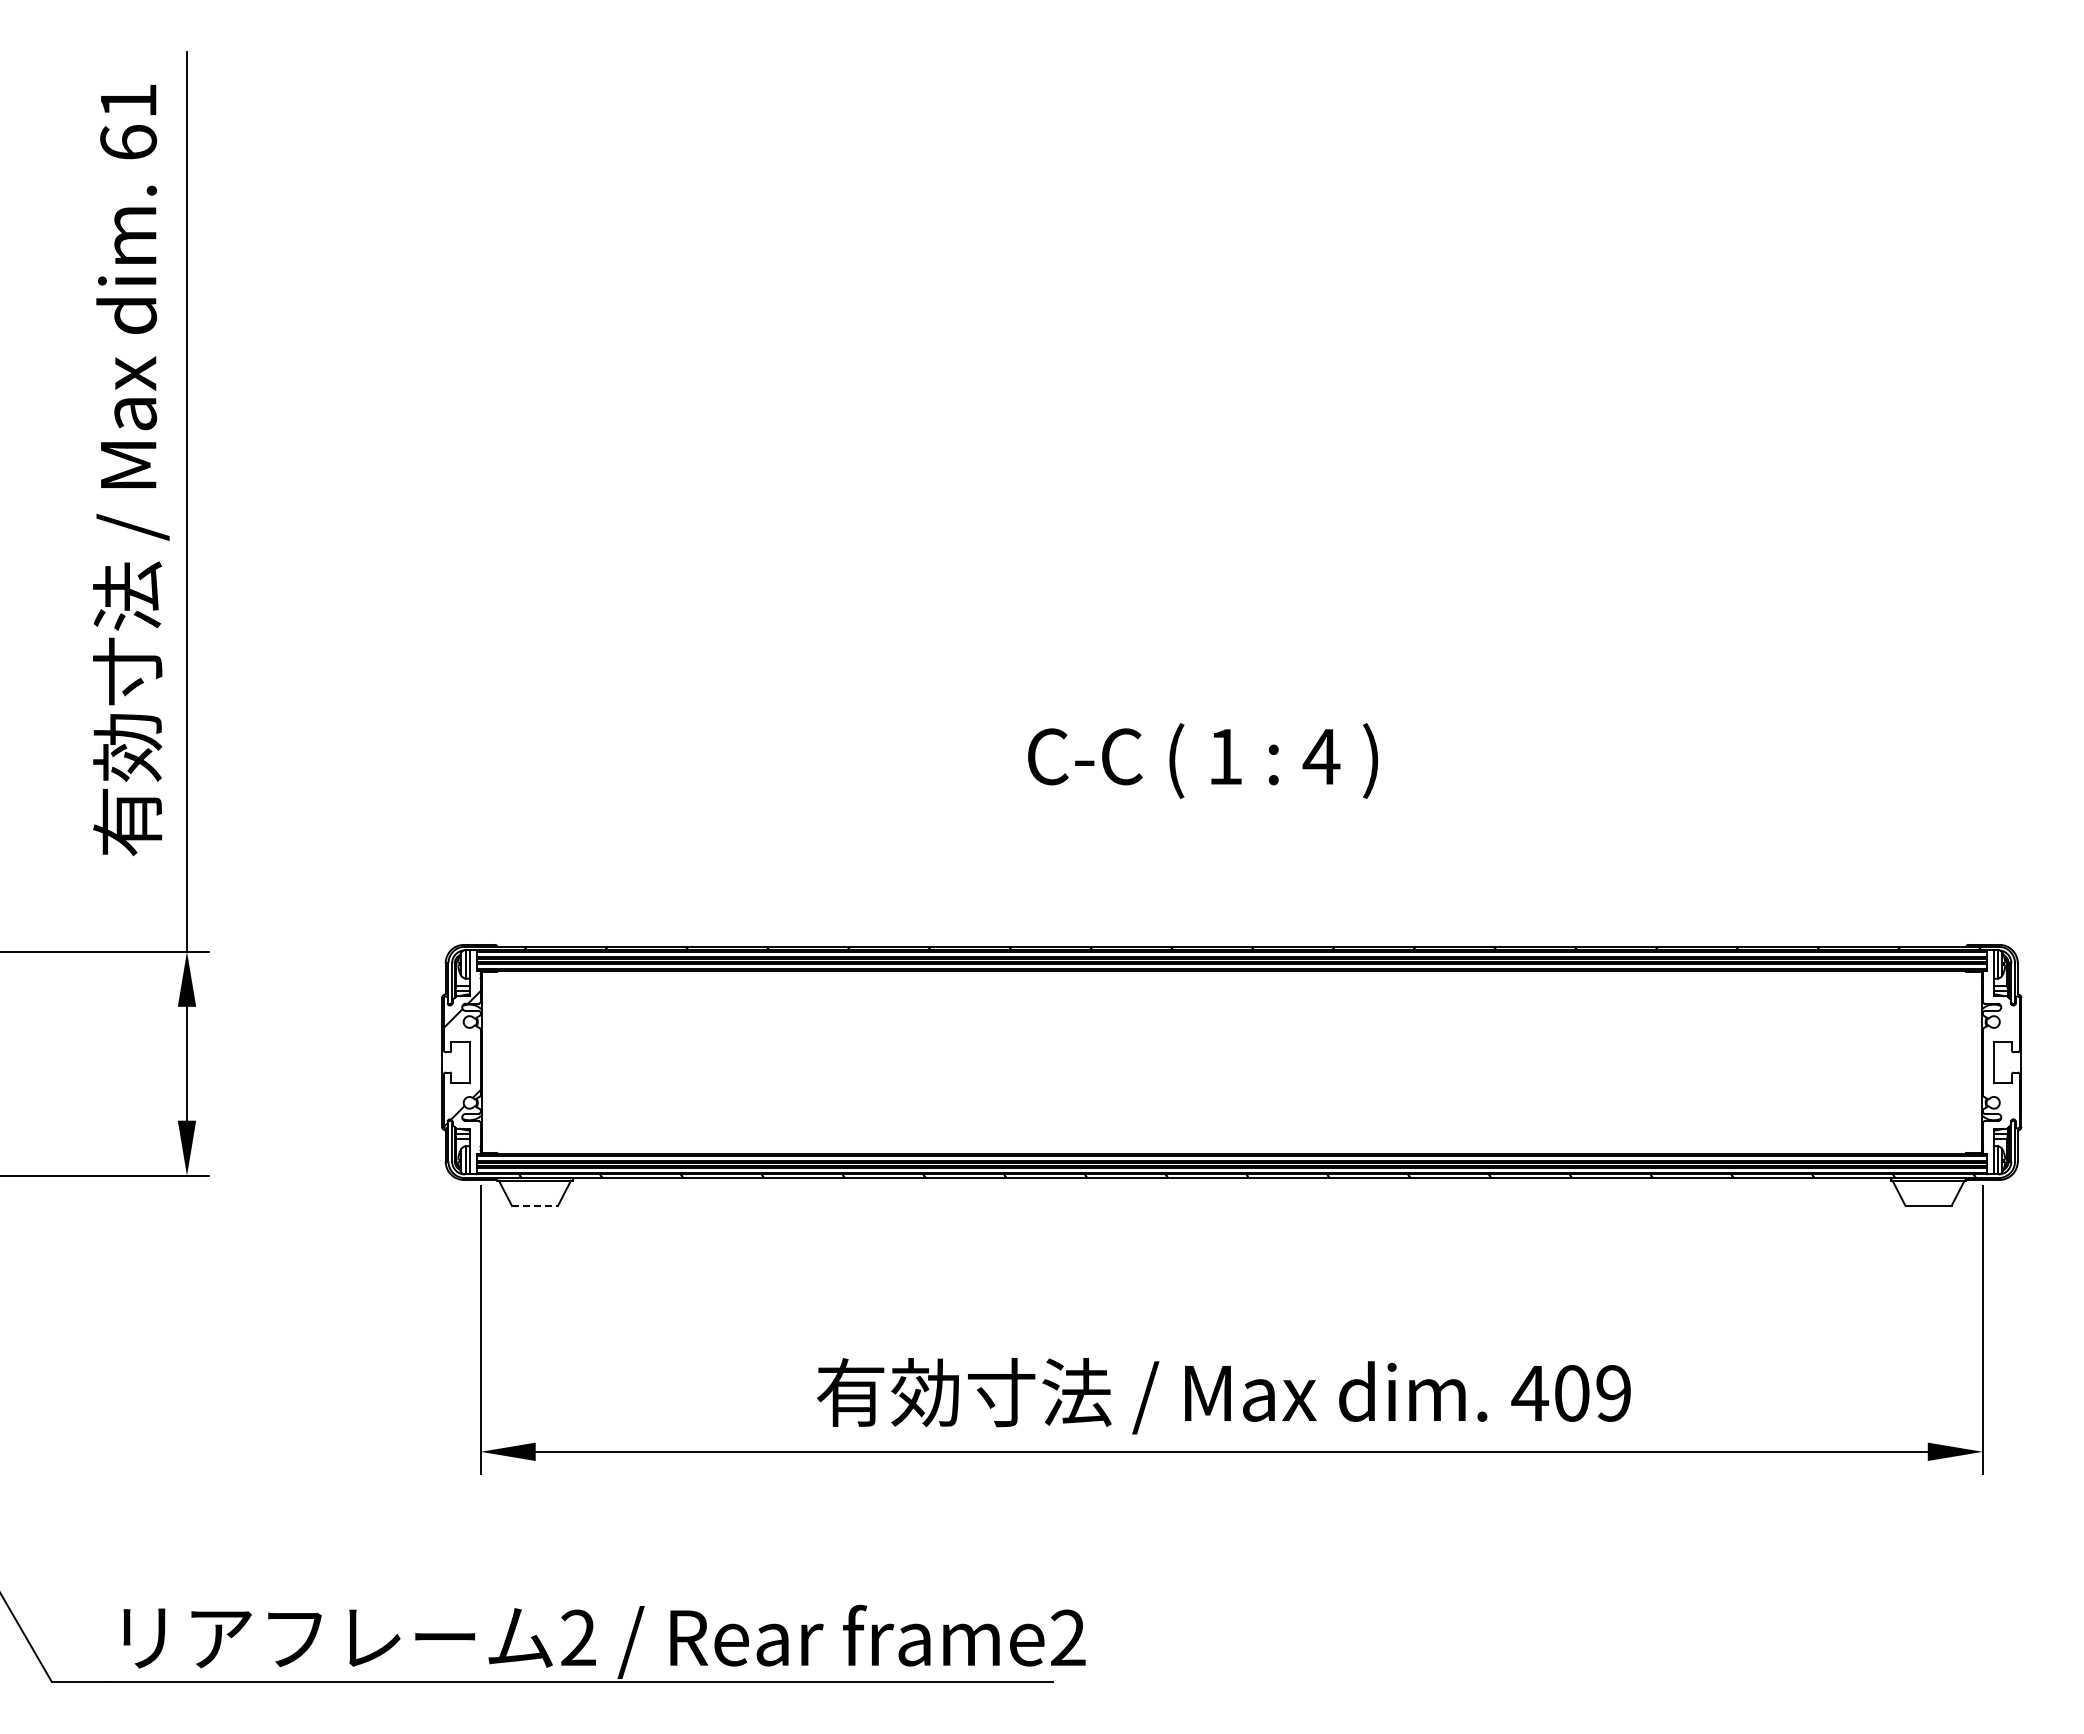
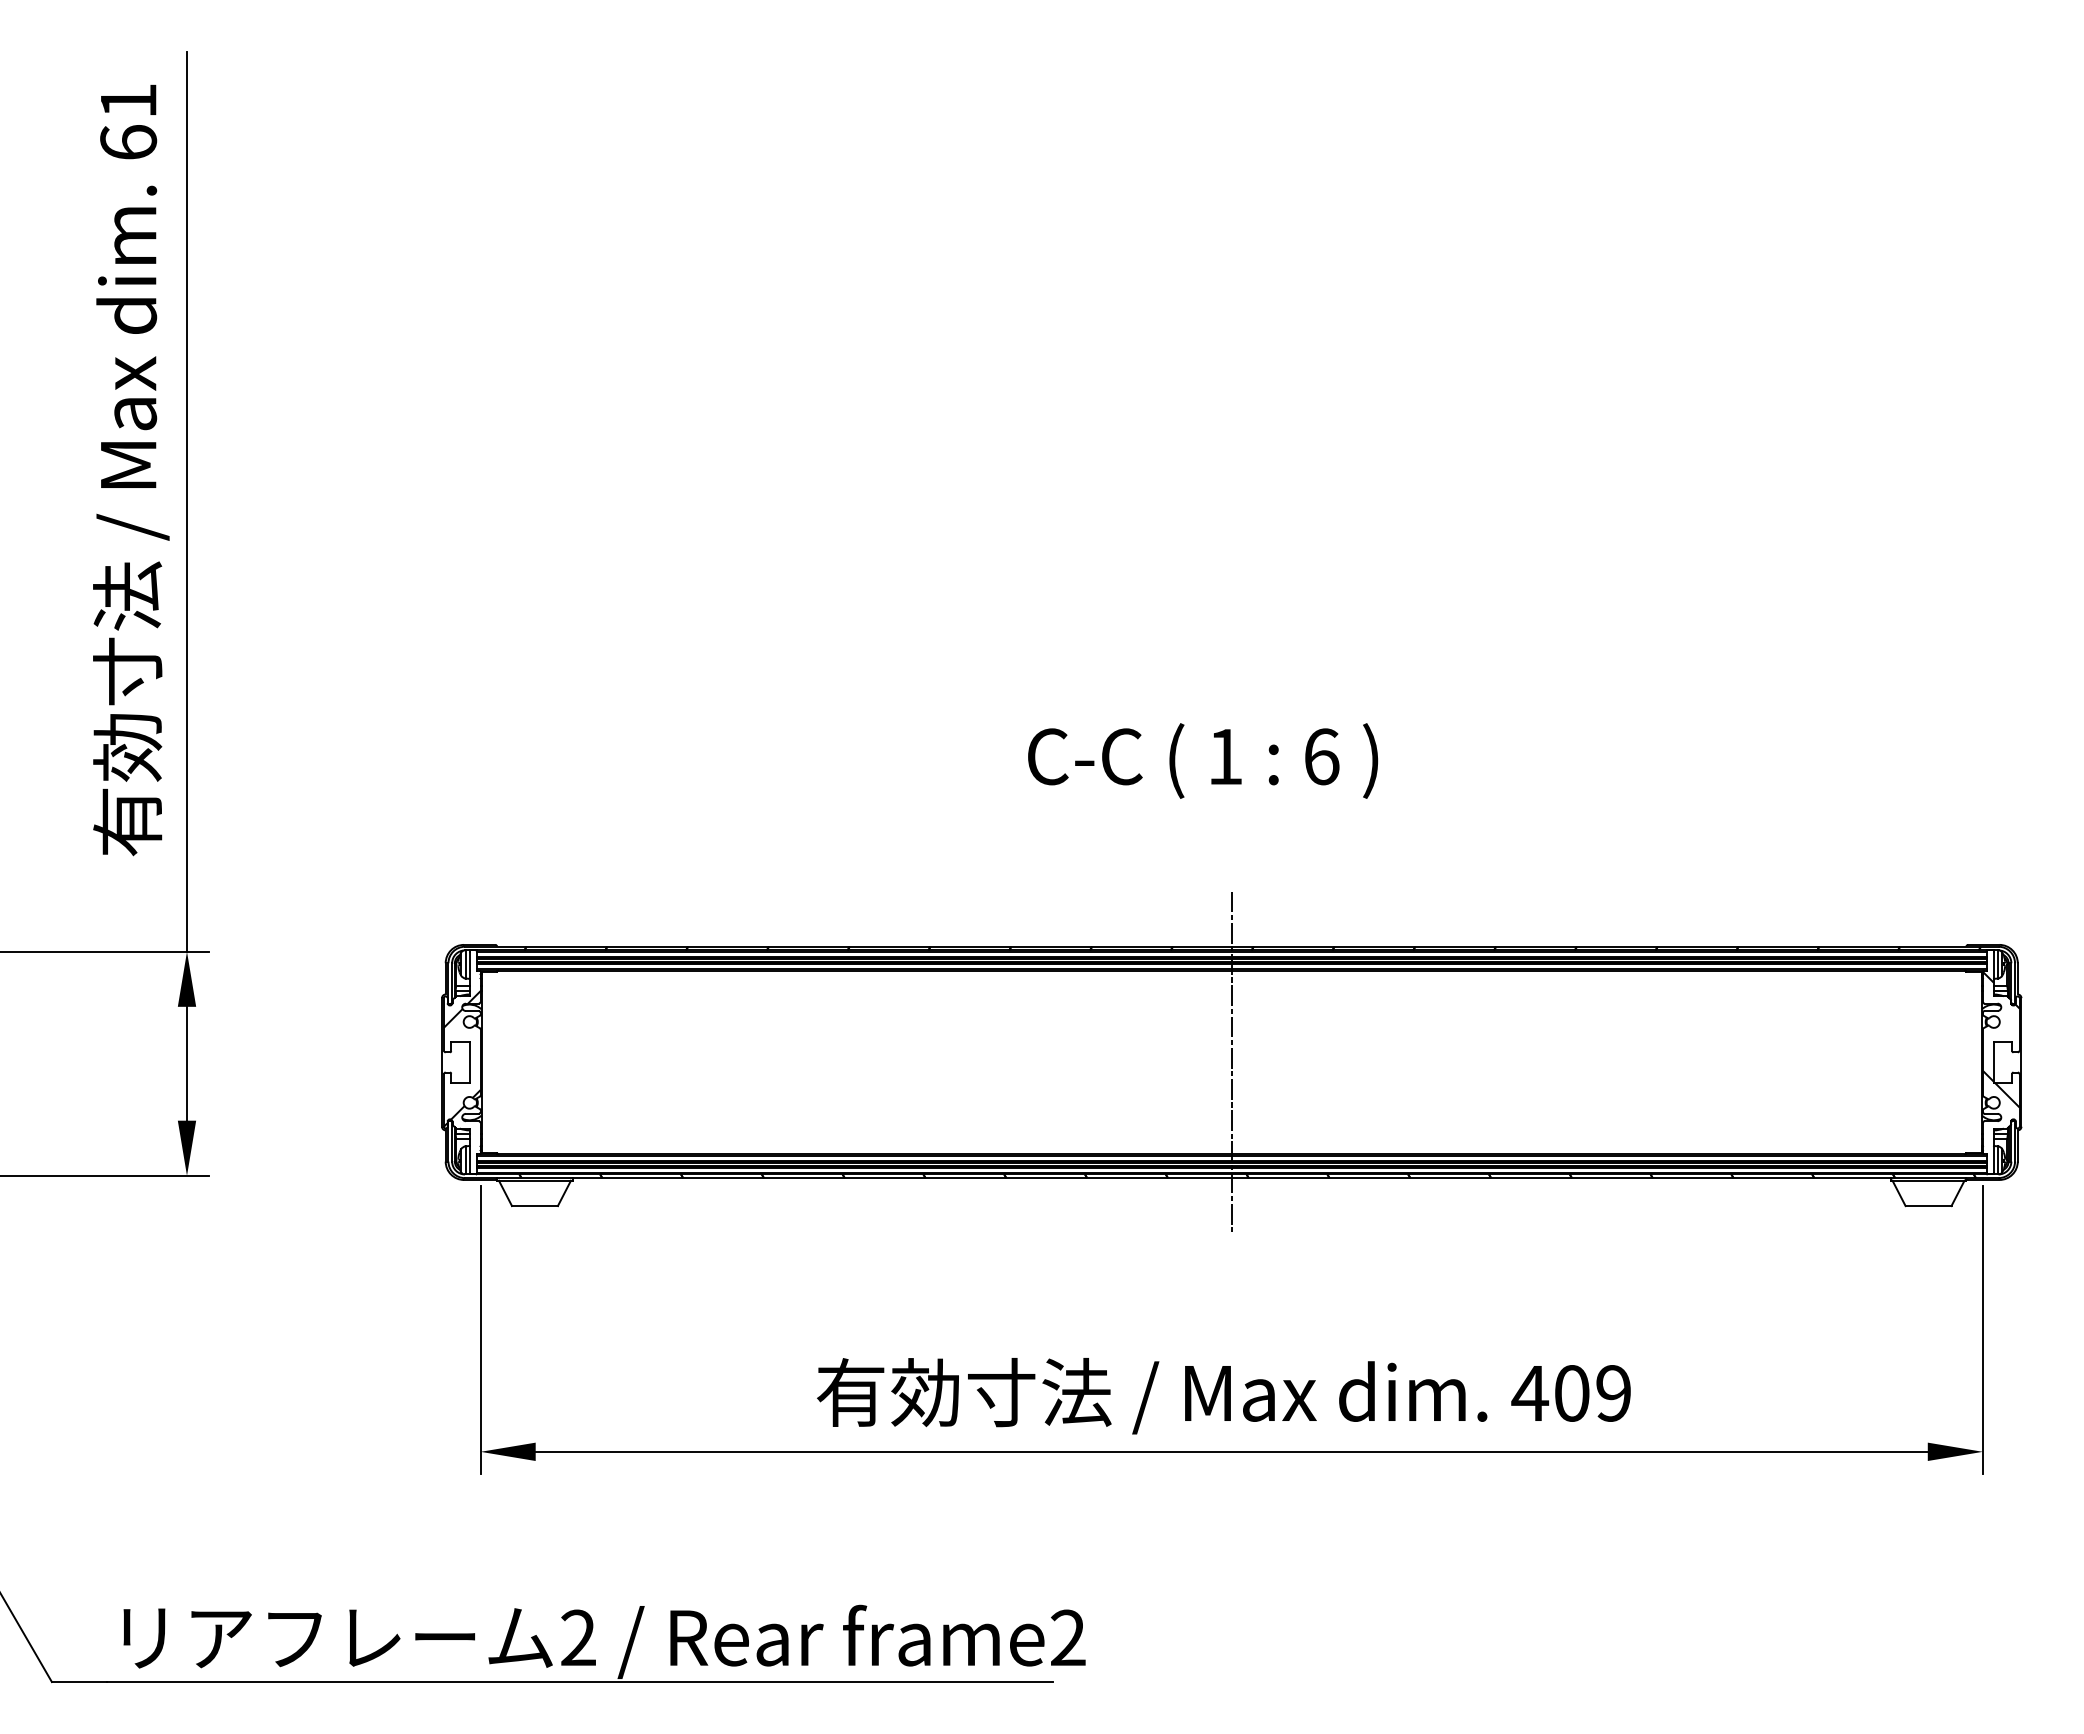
text at (1321, 756): 4 -> 6
line at (1231, 1062): none -> present
hatch at (2000, 1072): none -> present
line at (534, 1206): dashed -> solid
